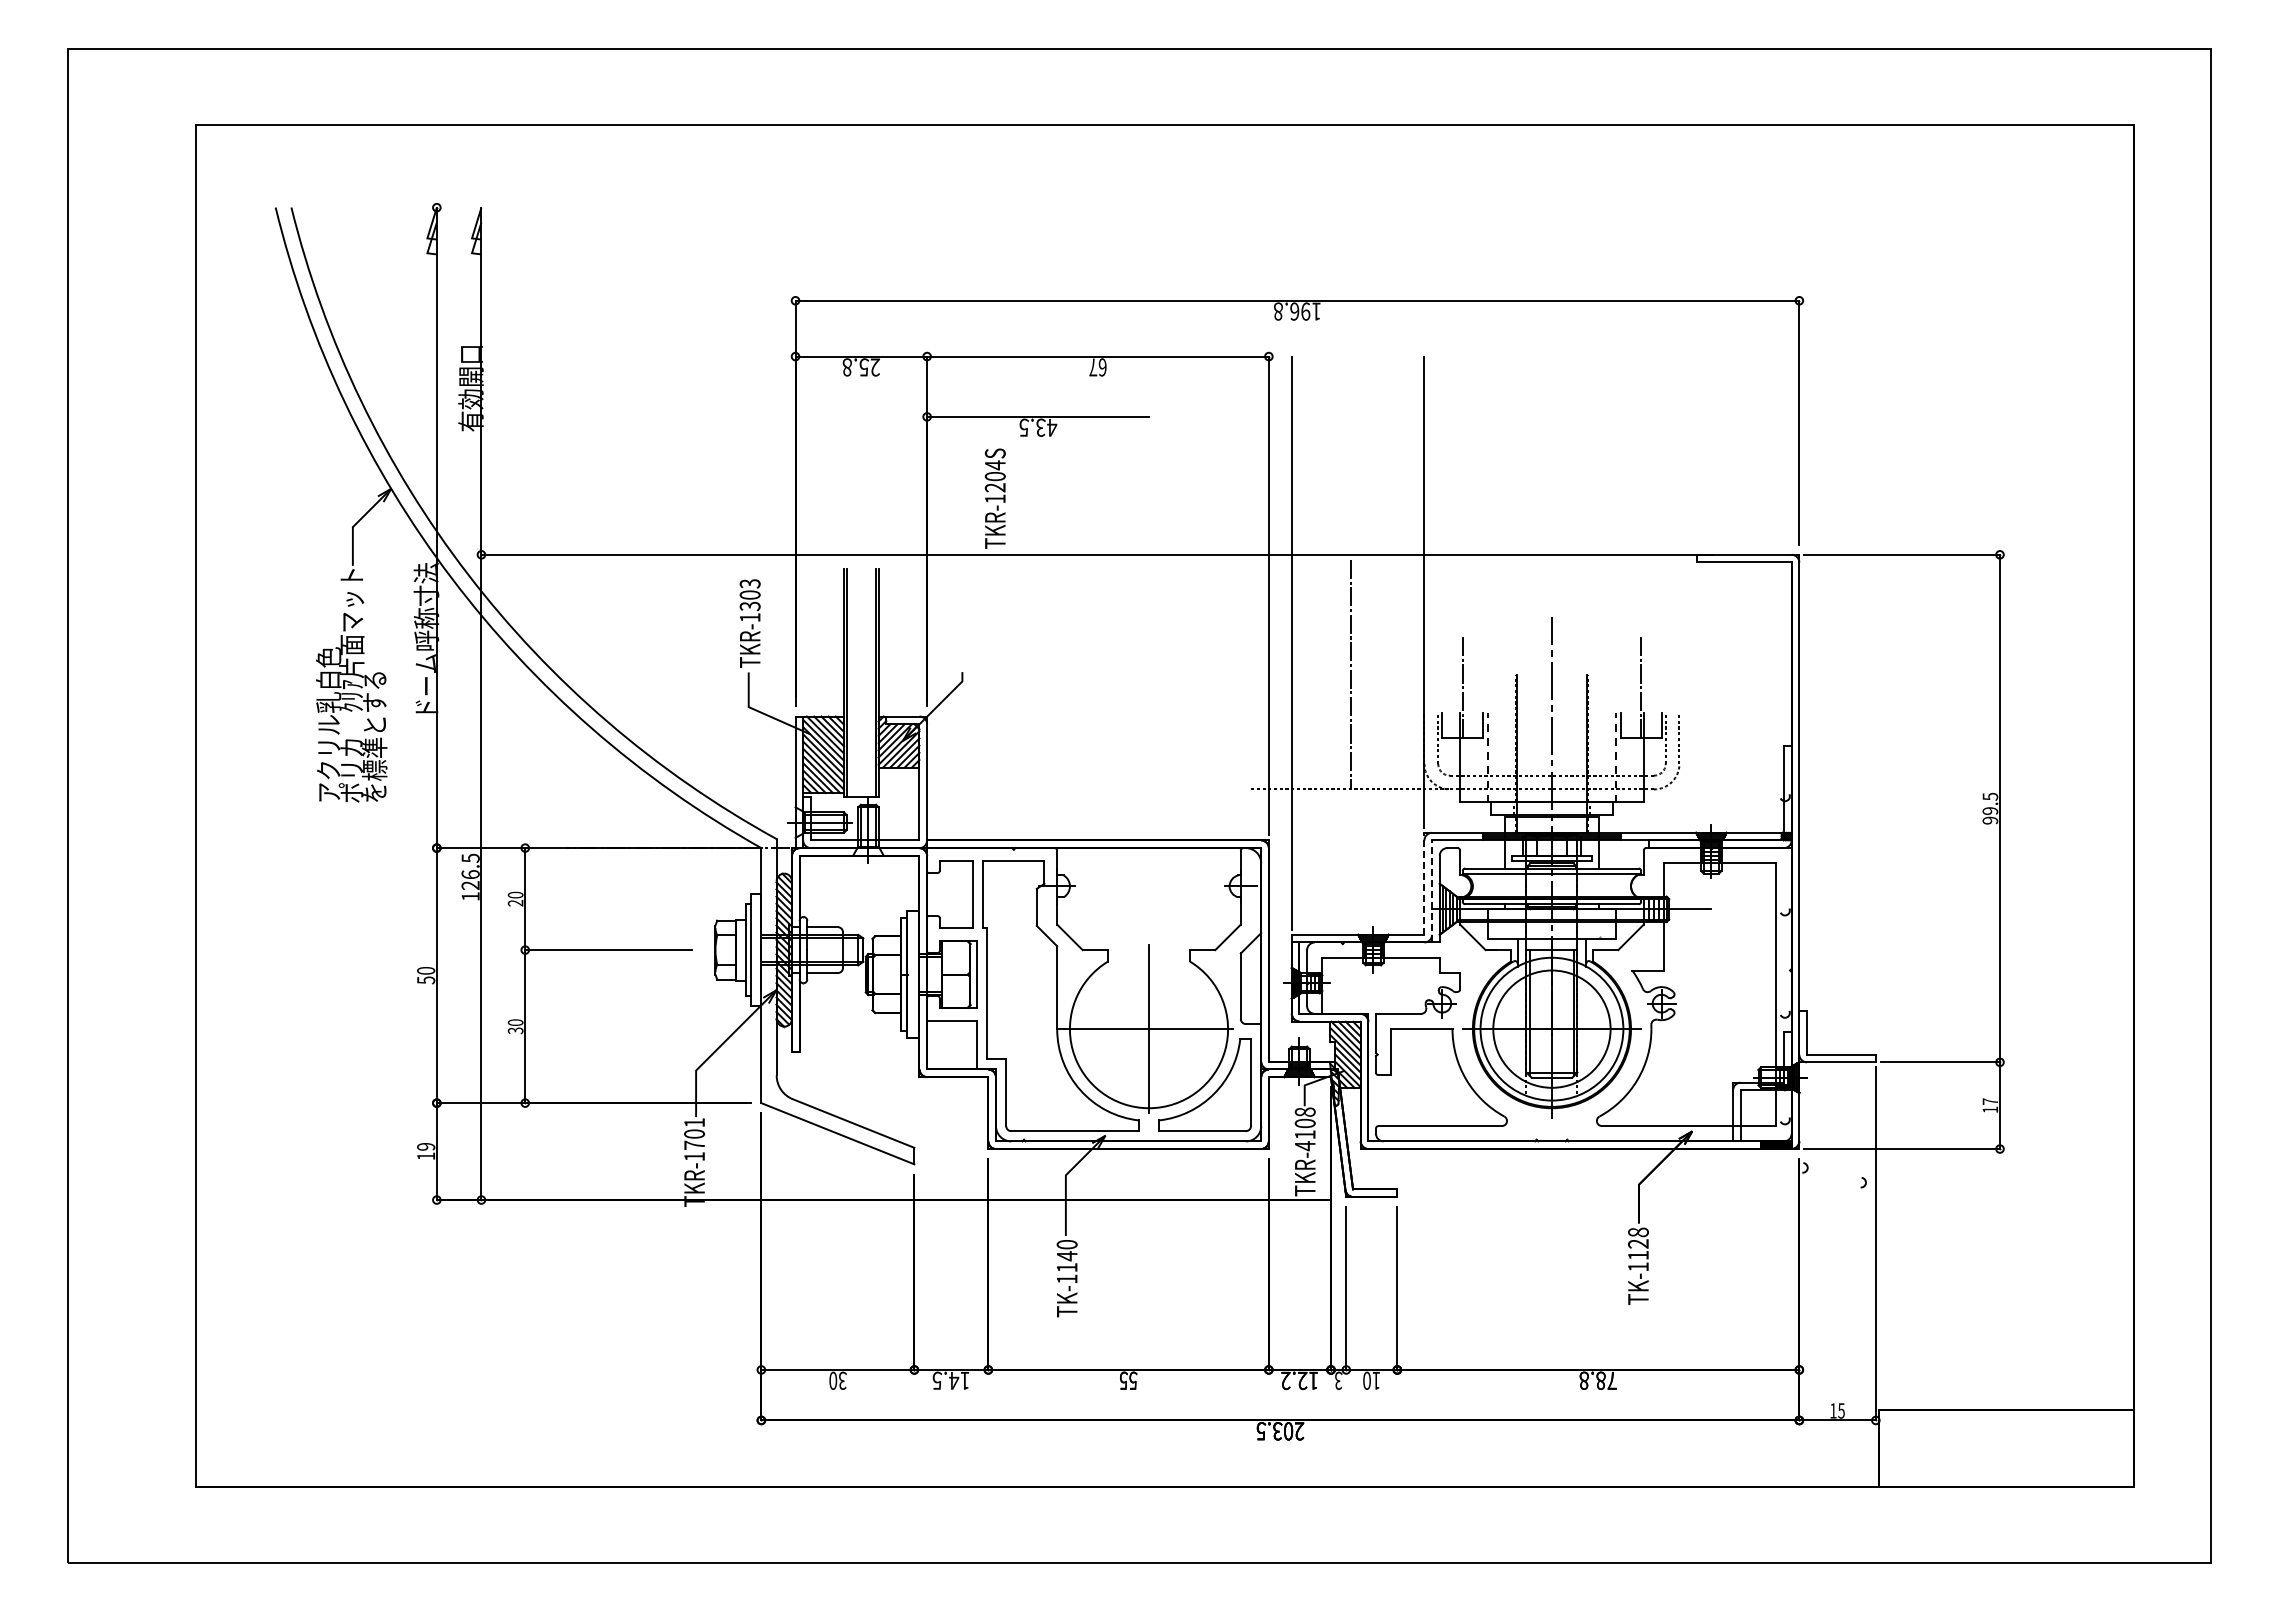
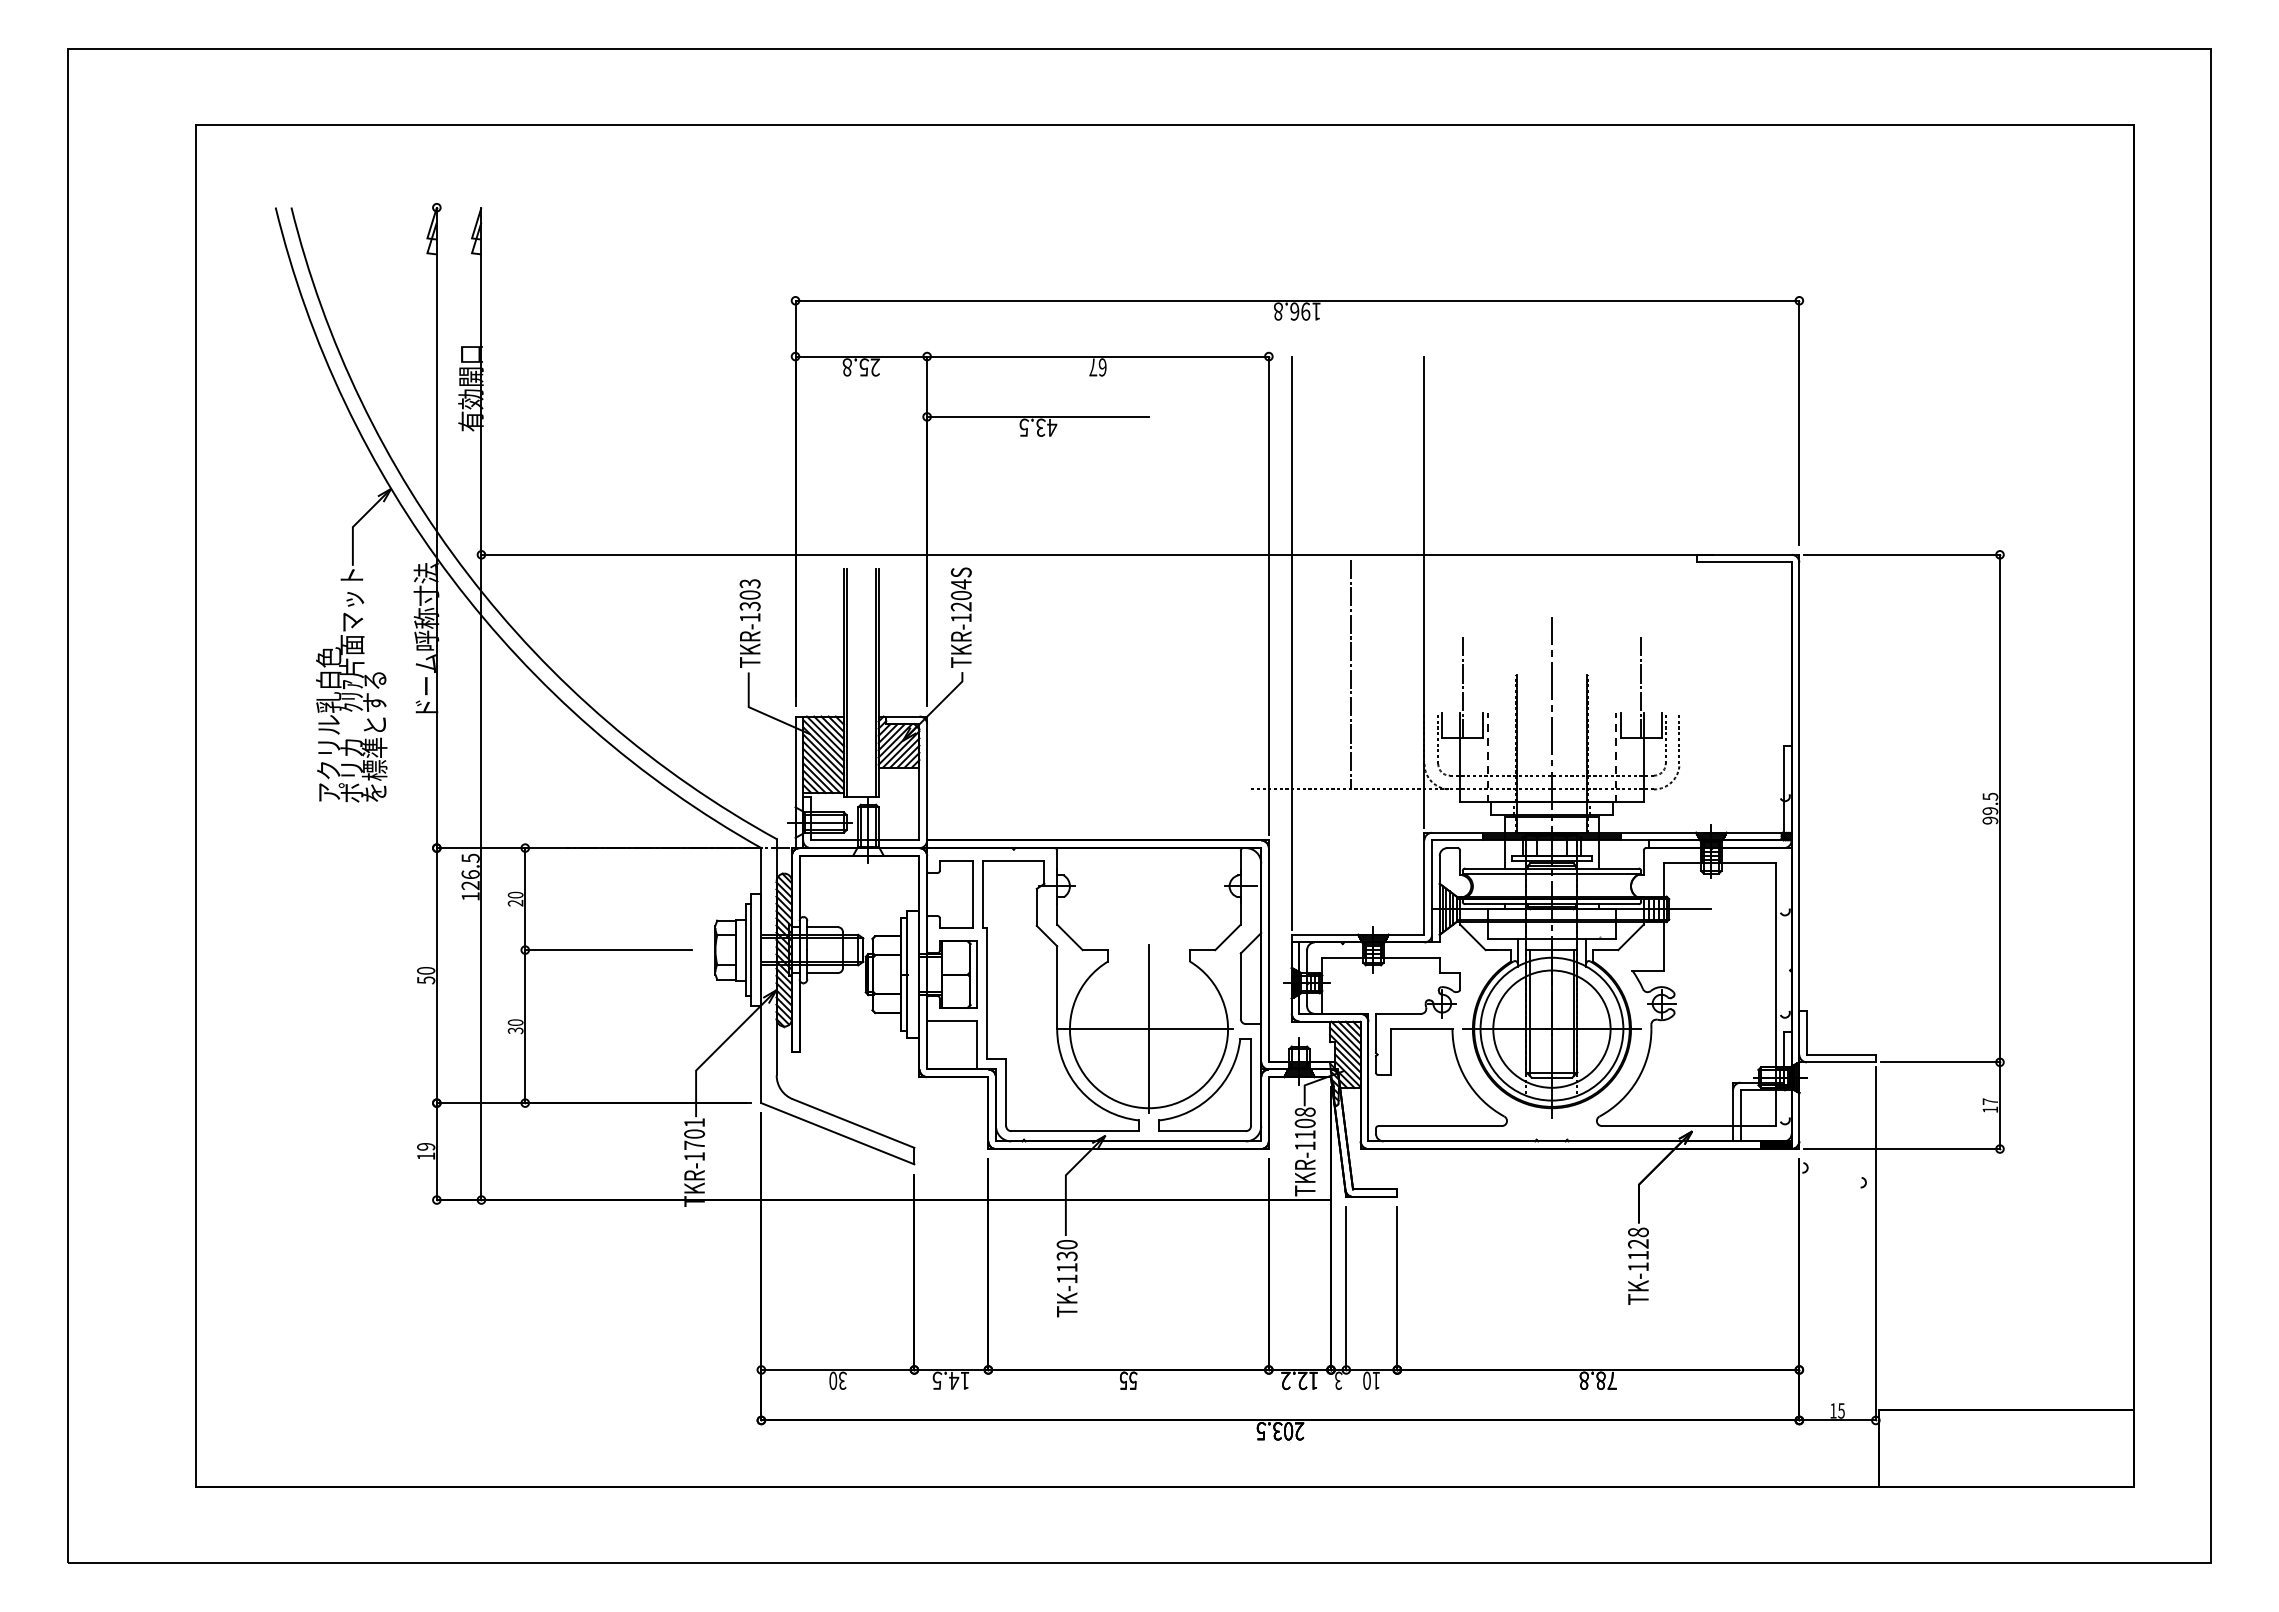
text at (994, 498) position: (994, 498) -> (960, 617)
line at (1424, 883): dashed -> solid
line at (1432, 890): dashed -> solid
text at (1305, 1146): TKR-4108 -> TKR-1108
text at (1066, 1256): TK-1140 -> TK-1130
